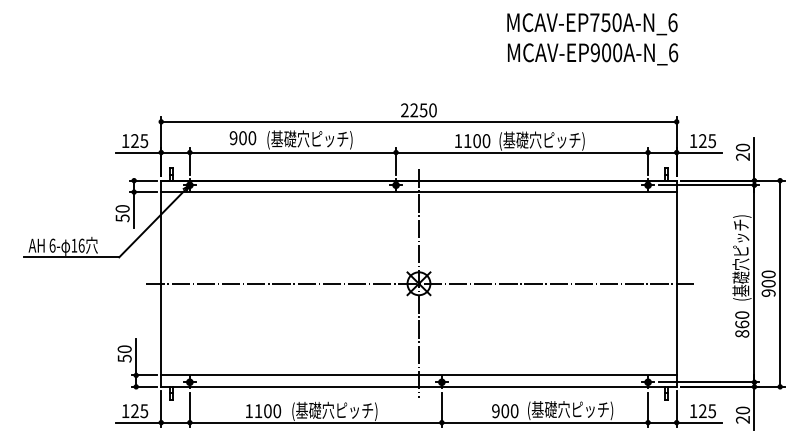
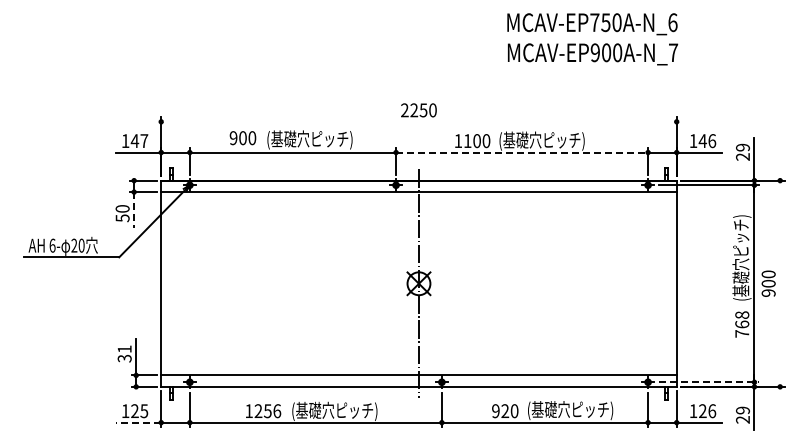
text at (673, 52): MCAV-EP900A-N_6 -> MCAV-EP900A-N_7
line at (418, 121): present -> none
text at (139, 141): 125 -> 147
text at (707, 141): 125 -> 146
text at (742, 147): 20 -> 29
line at (522, 152): solid -> dashed
line at (134, 210): solid -> dashed
text at (77, 245): 16 -> 20
line at (418, 283): present -> none
line at (780, 283): present -> none
text at (742, 324): 860 -> 768
text at (124, 353): 50 -> 31
line at (709, 382): solid -> dashed
text at (742, 410): 20 -> 29
text at (267, 411): 1100 -> 1256
text at (505, 411): 900 -> 920
text at (712, 411): 125 -> 126
line at (138, 422): solid -> dashed
